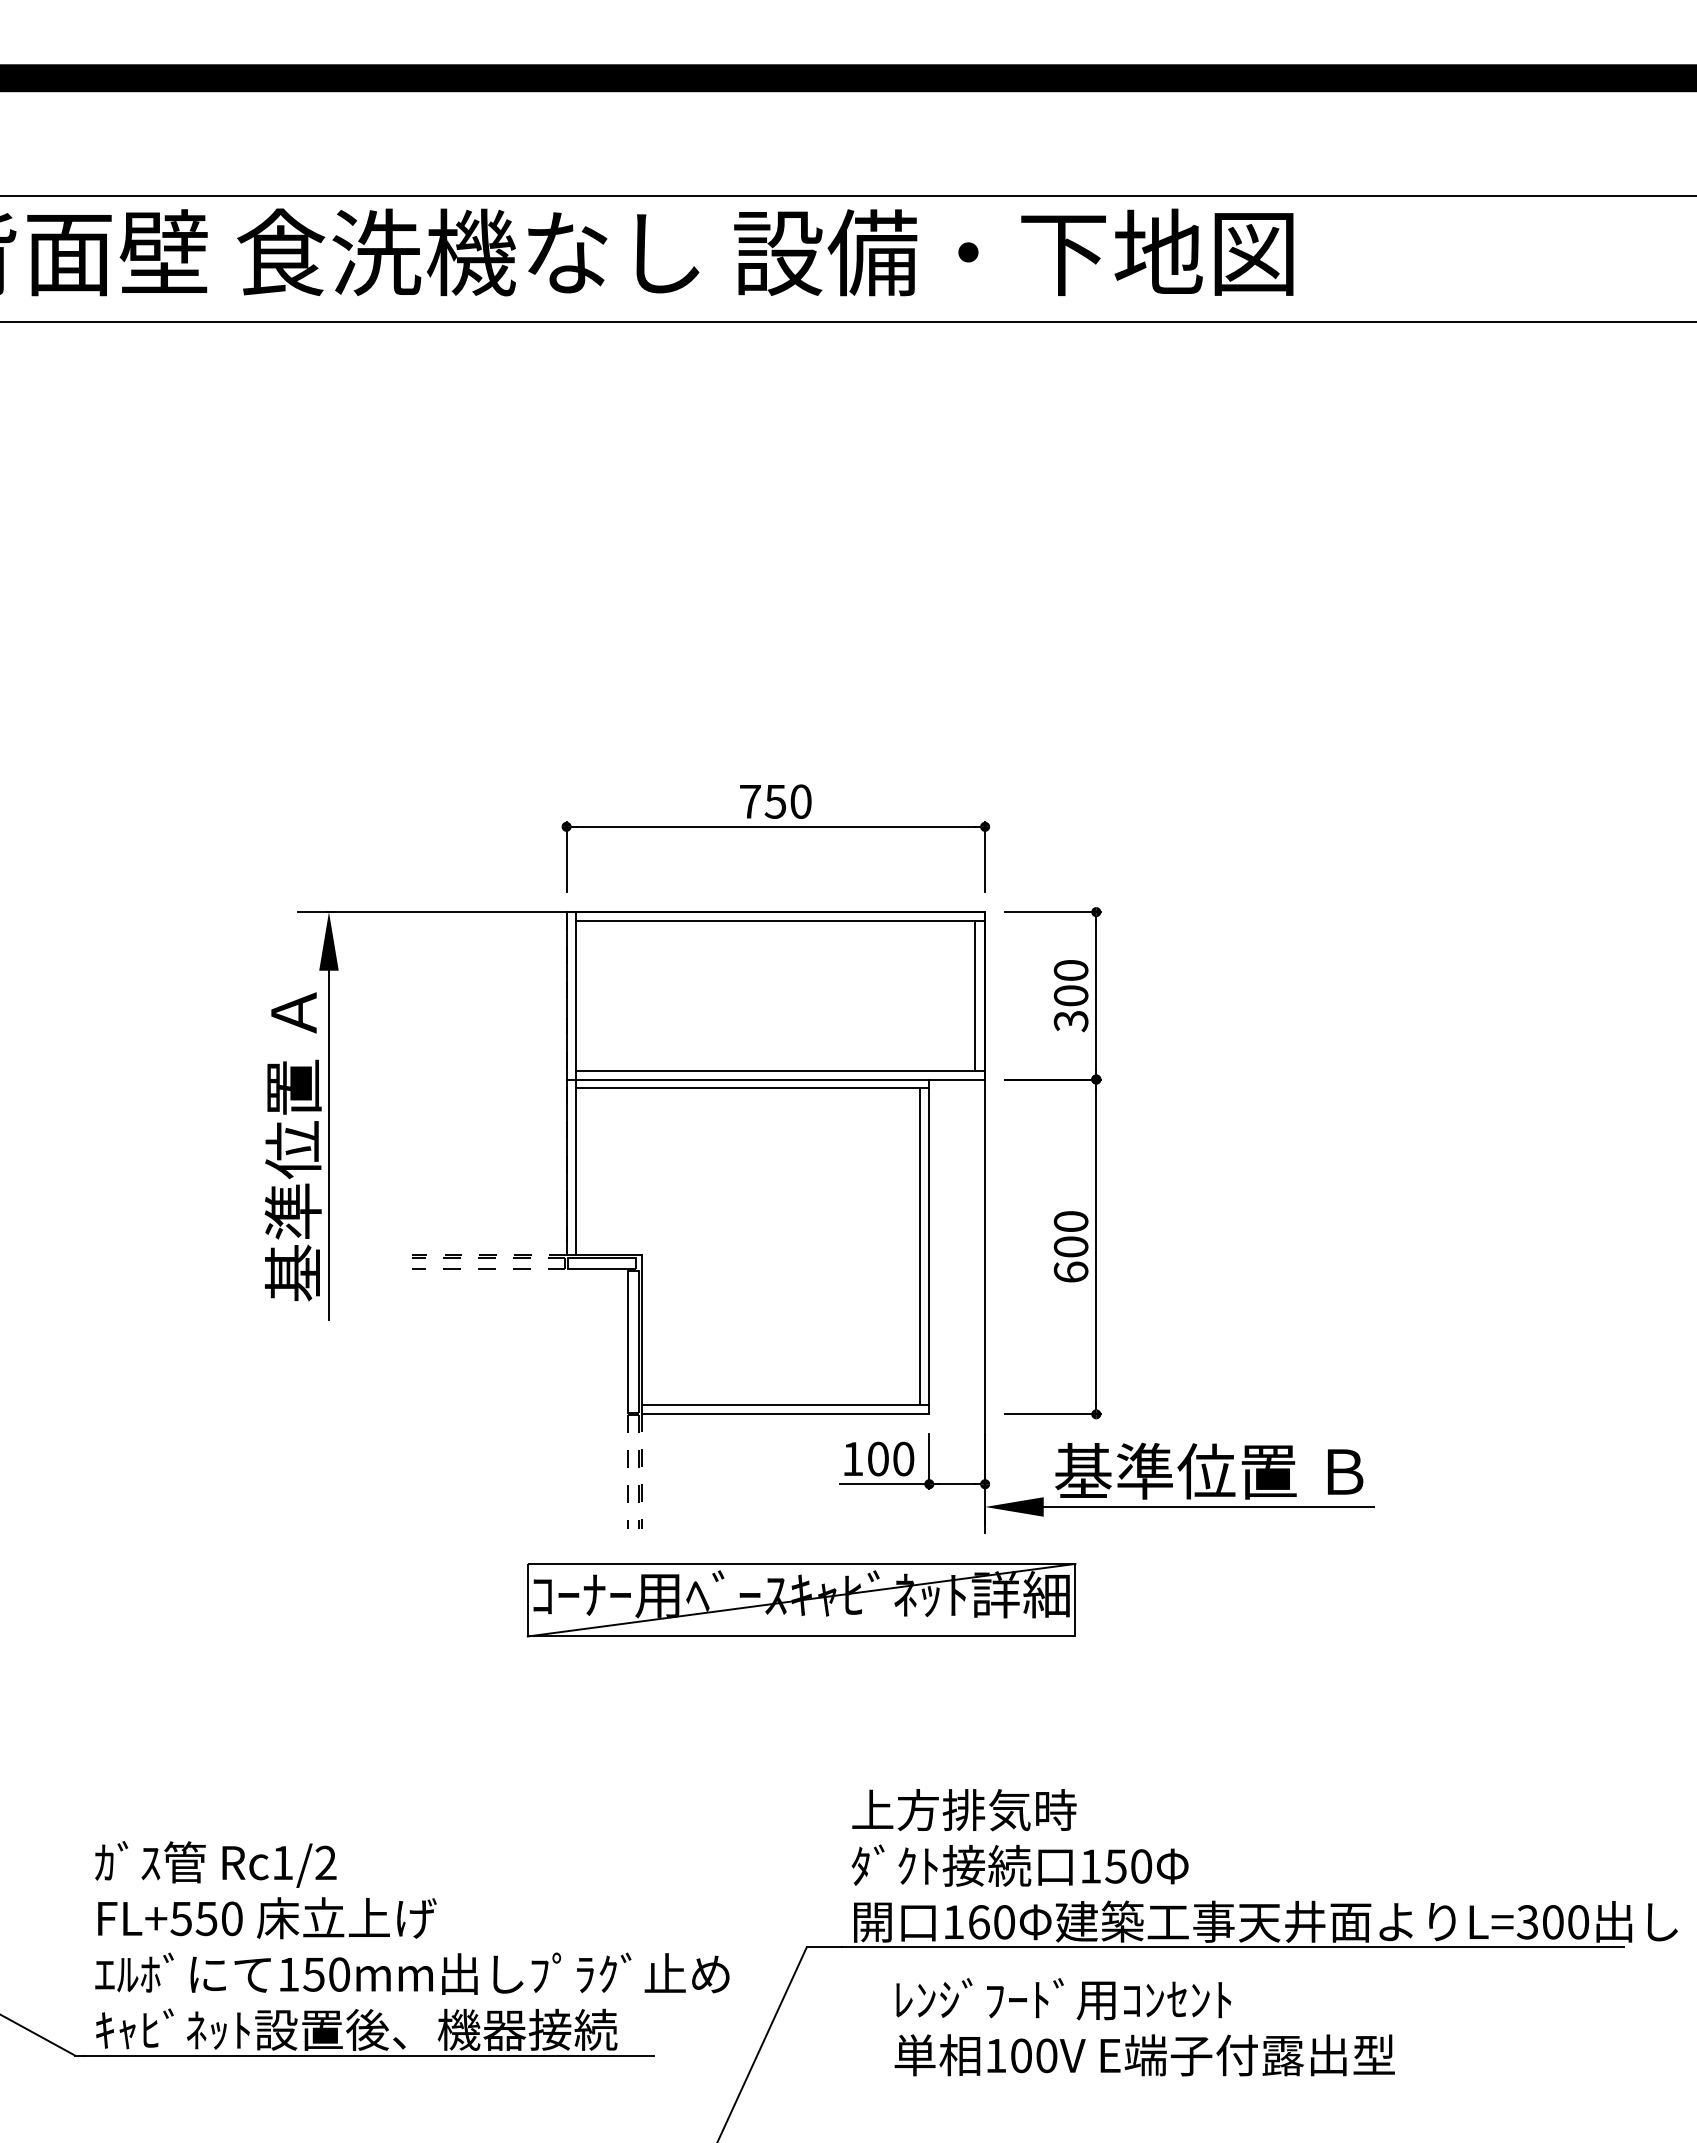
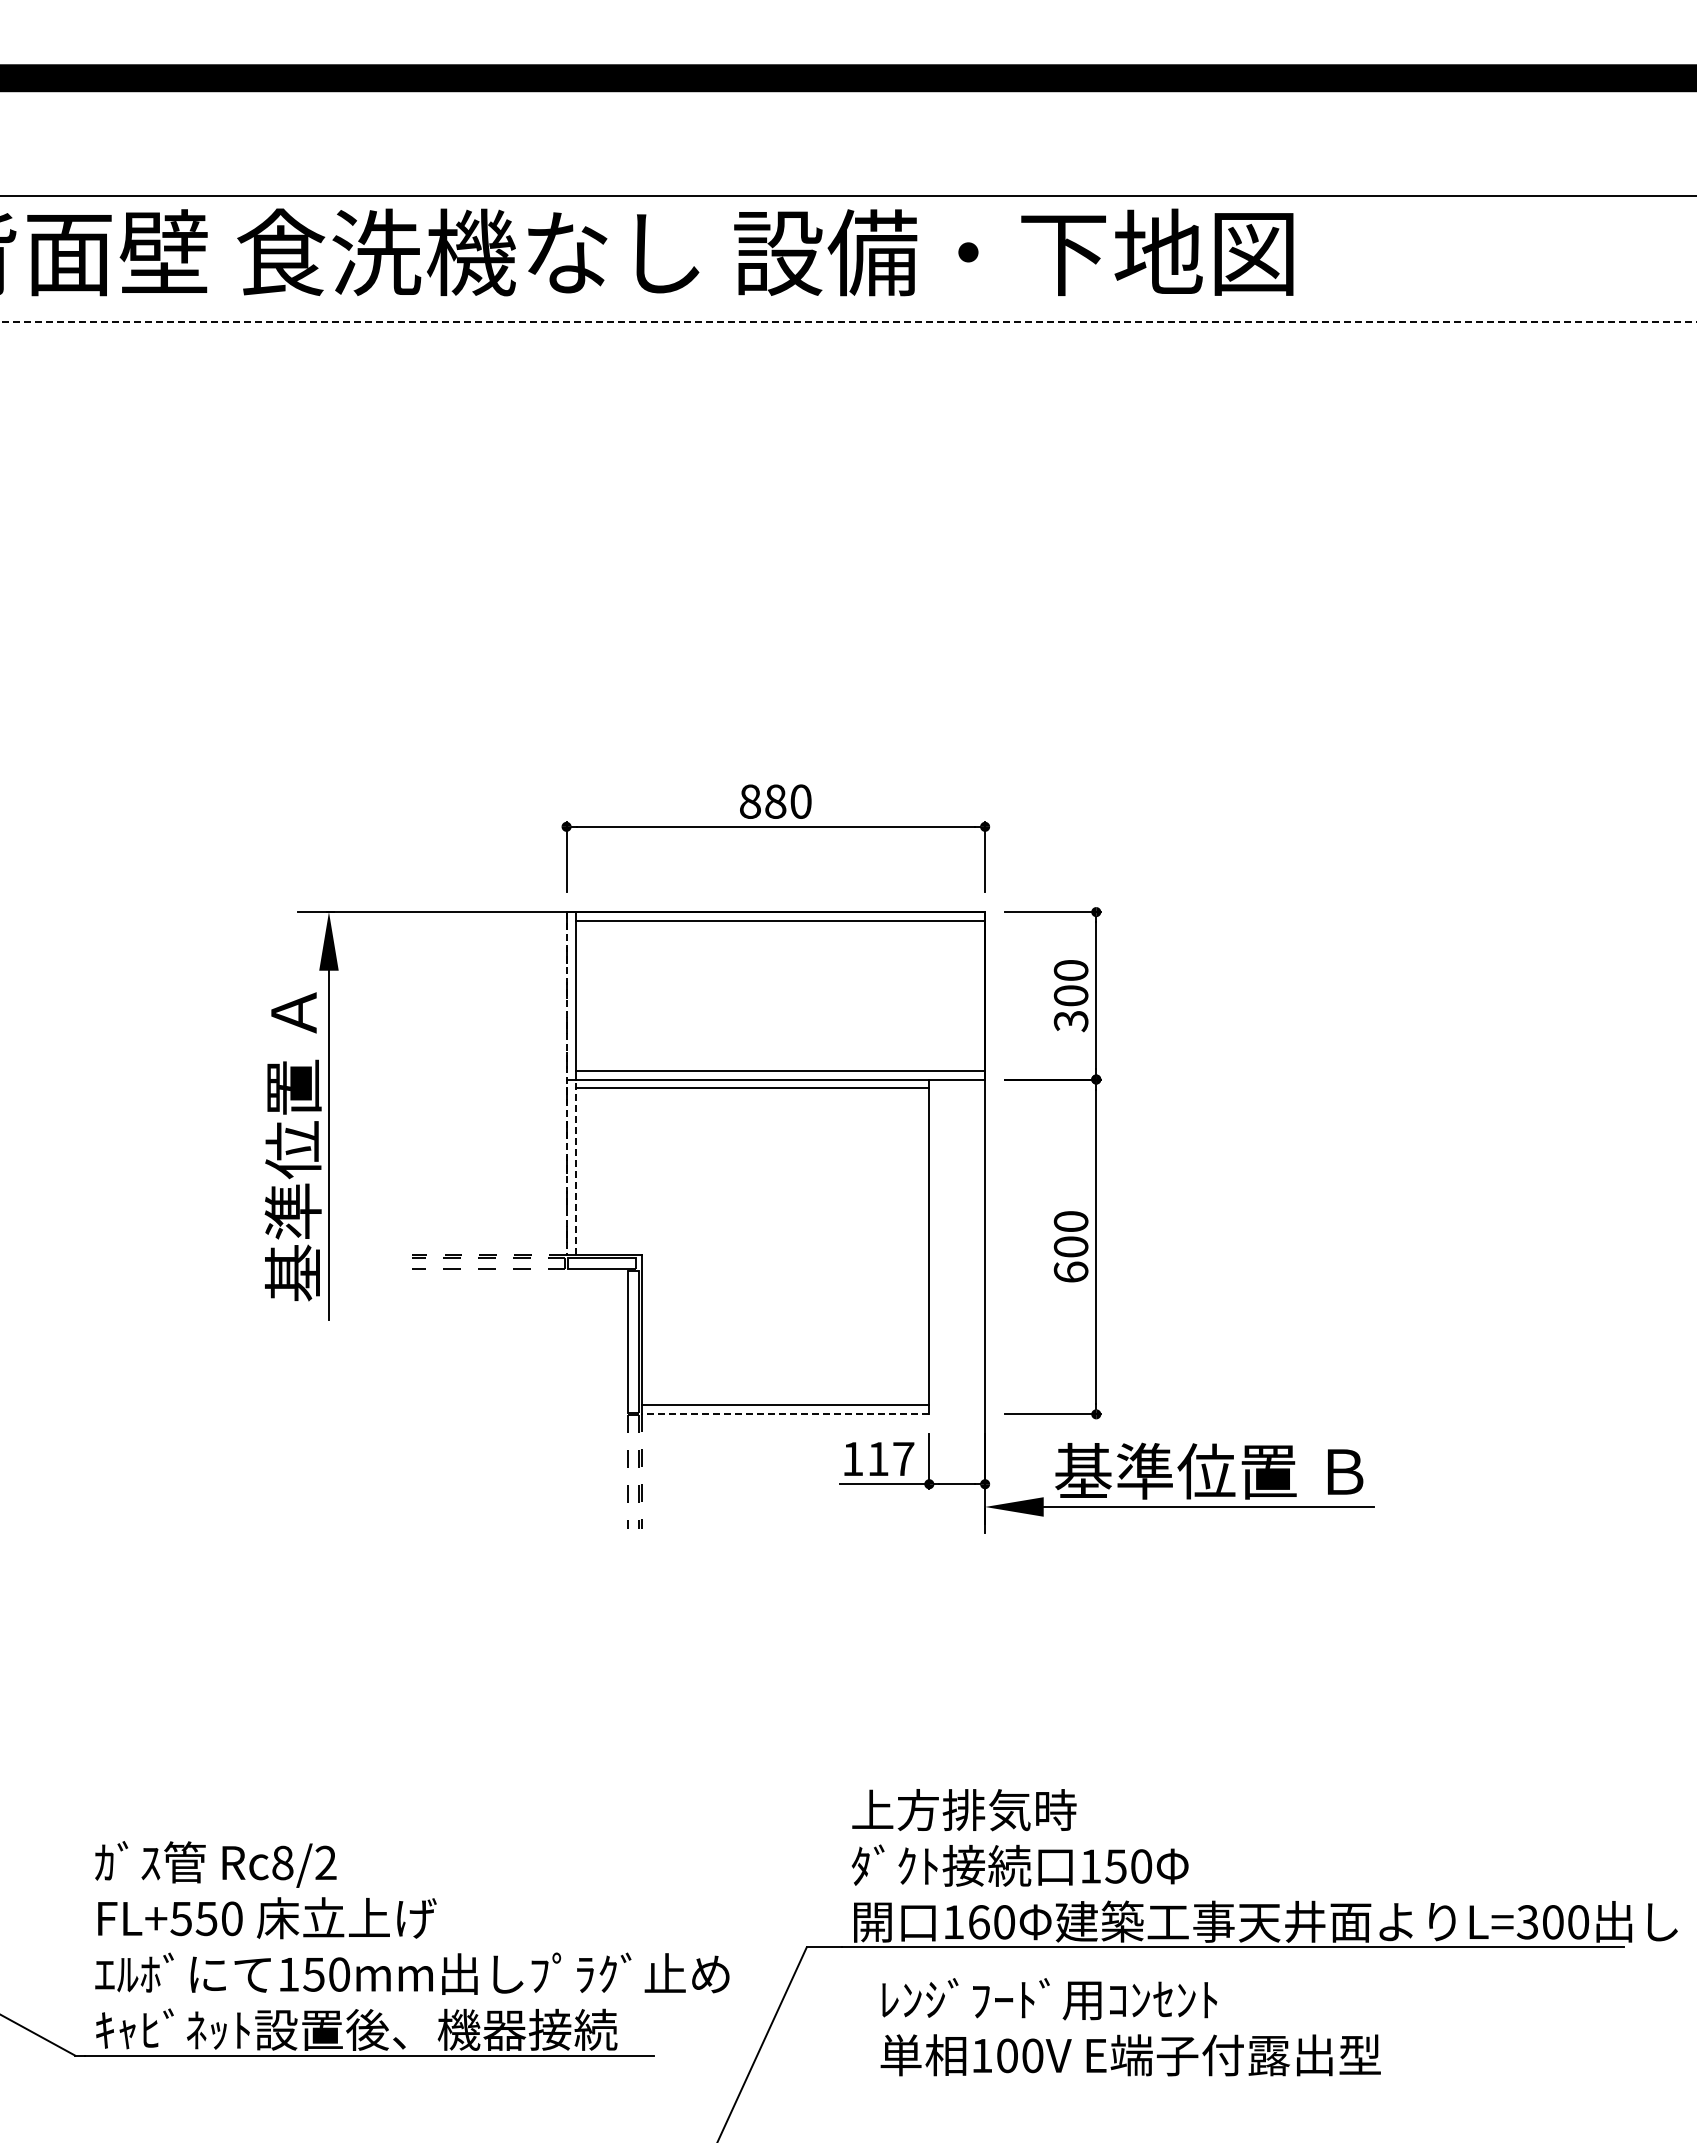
line at (848, 321): solid -> dashed
text at (763, 801): 750 -> 880
line at (975, 995): present -> none
line at (566, 1083): solid -> dashed
line at (575, 1167): solid -> dashed
line at (920, 1246): present -> none
line at (785, 1414): solid -> dashed
text at (891, 1458): 100 -> 117
part at (801, 1600): present -> none
text at (282, 1862): Rc1/2 -> Rc8/2
text at (1144, 2027) position: (1144, 2027) -> (1130, 2027)
